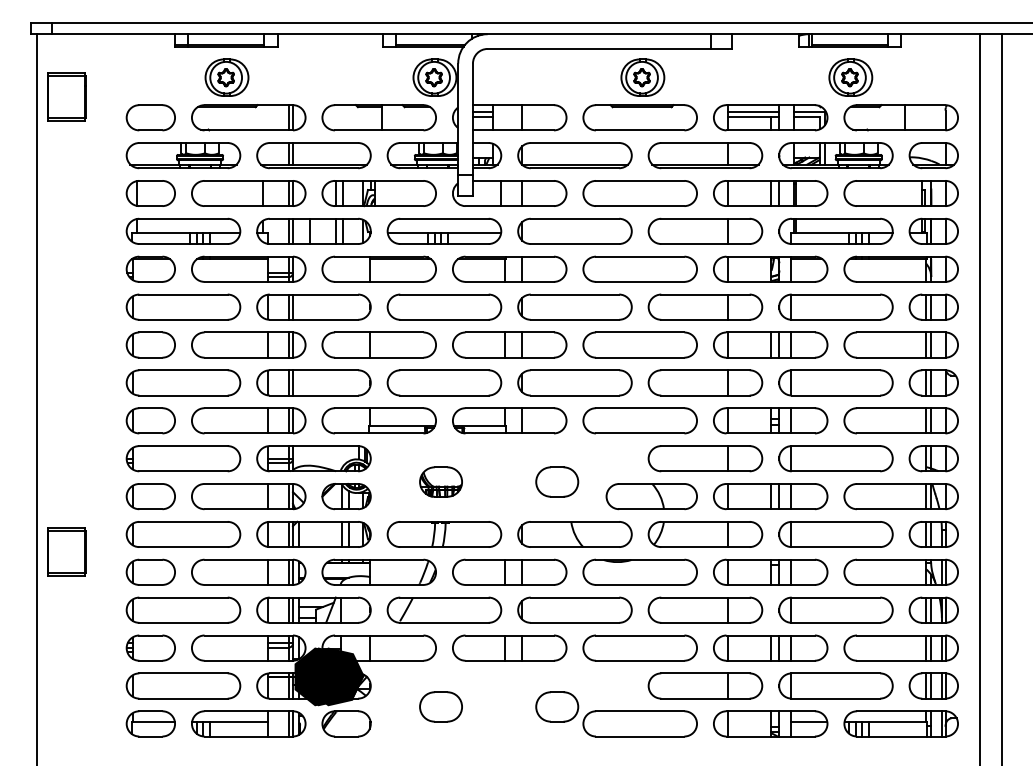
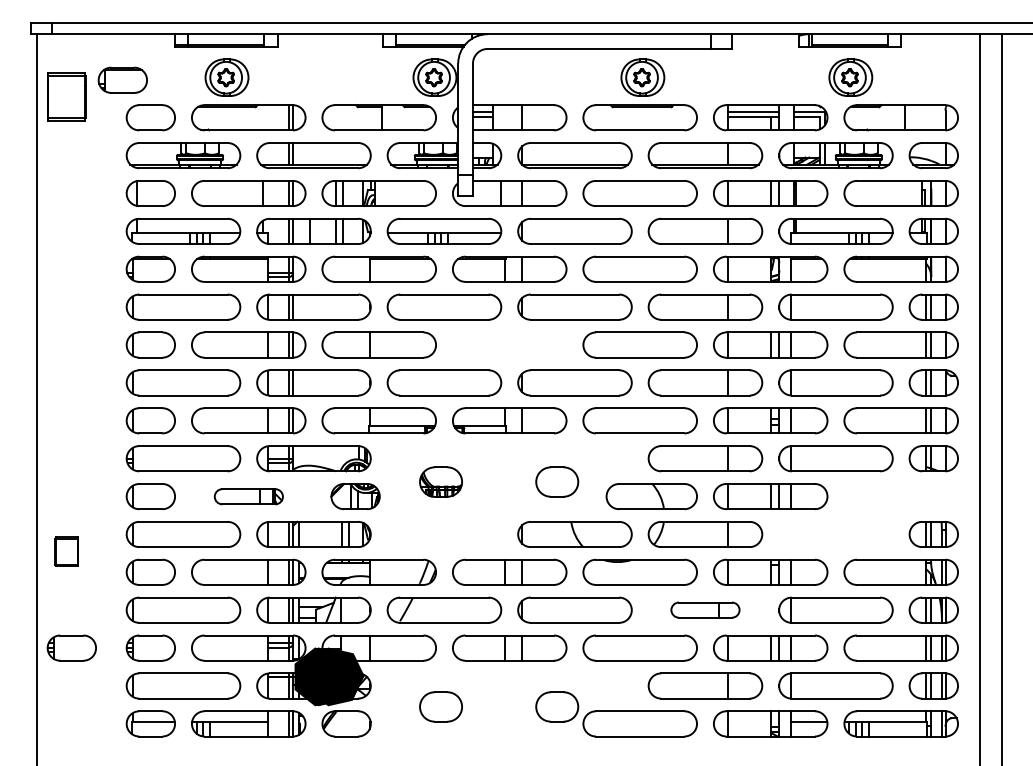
part at (122, 79): none -> present
part at (509, 344): present -> none
part at (248, 496) size: 116x28 px -> 71x18 px
part at (346, 496) position: (346, 496) -> (355, 496)
part at (900, 496): present -> none
part at (444, 534): present -> none
part at (835, 534): present -> none
part at (66, 551) size: 40x50 px -> 25x31 px
part at (705, 609) size: 117x28 px -> 71x18 px
part at (71, 647): none -> present
